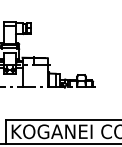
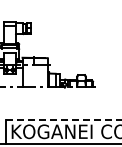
line at (64, 119): solid -> dashed
